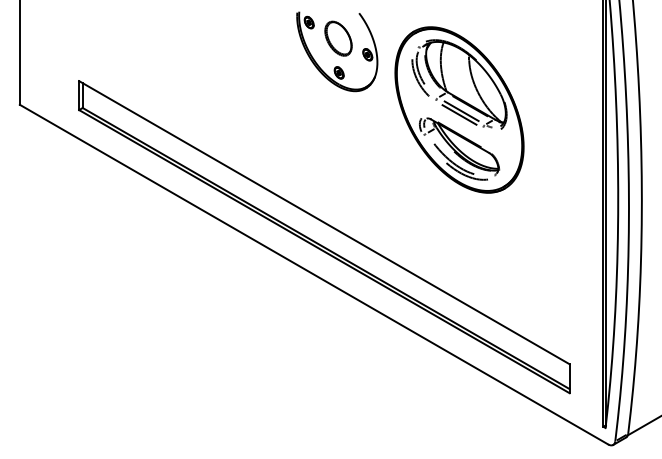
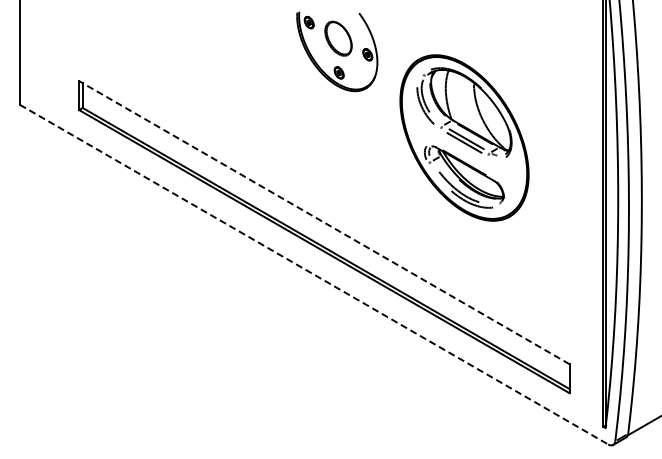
part at (459, 109) position: (459, 109) -> (464, 137)
line at (323, 222): solid -> dashed
line at (314, 274): solid -> dashed
